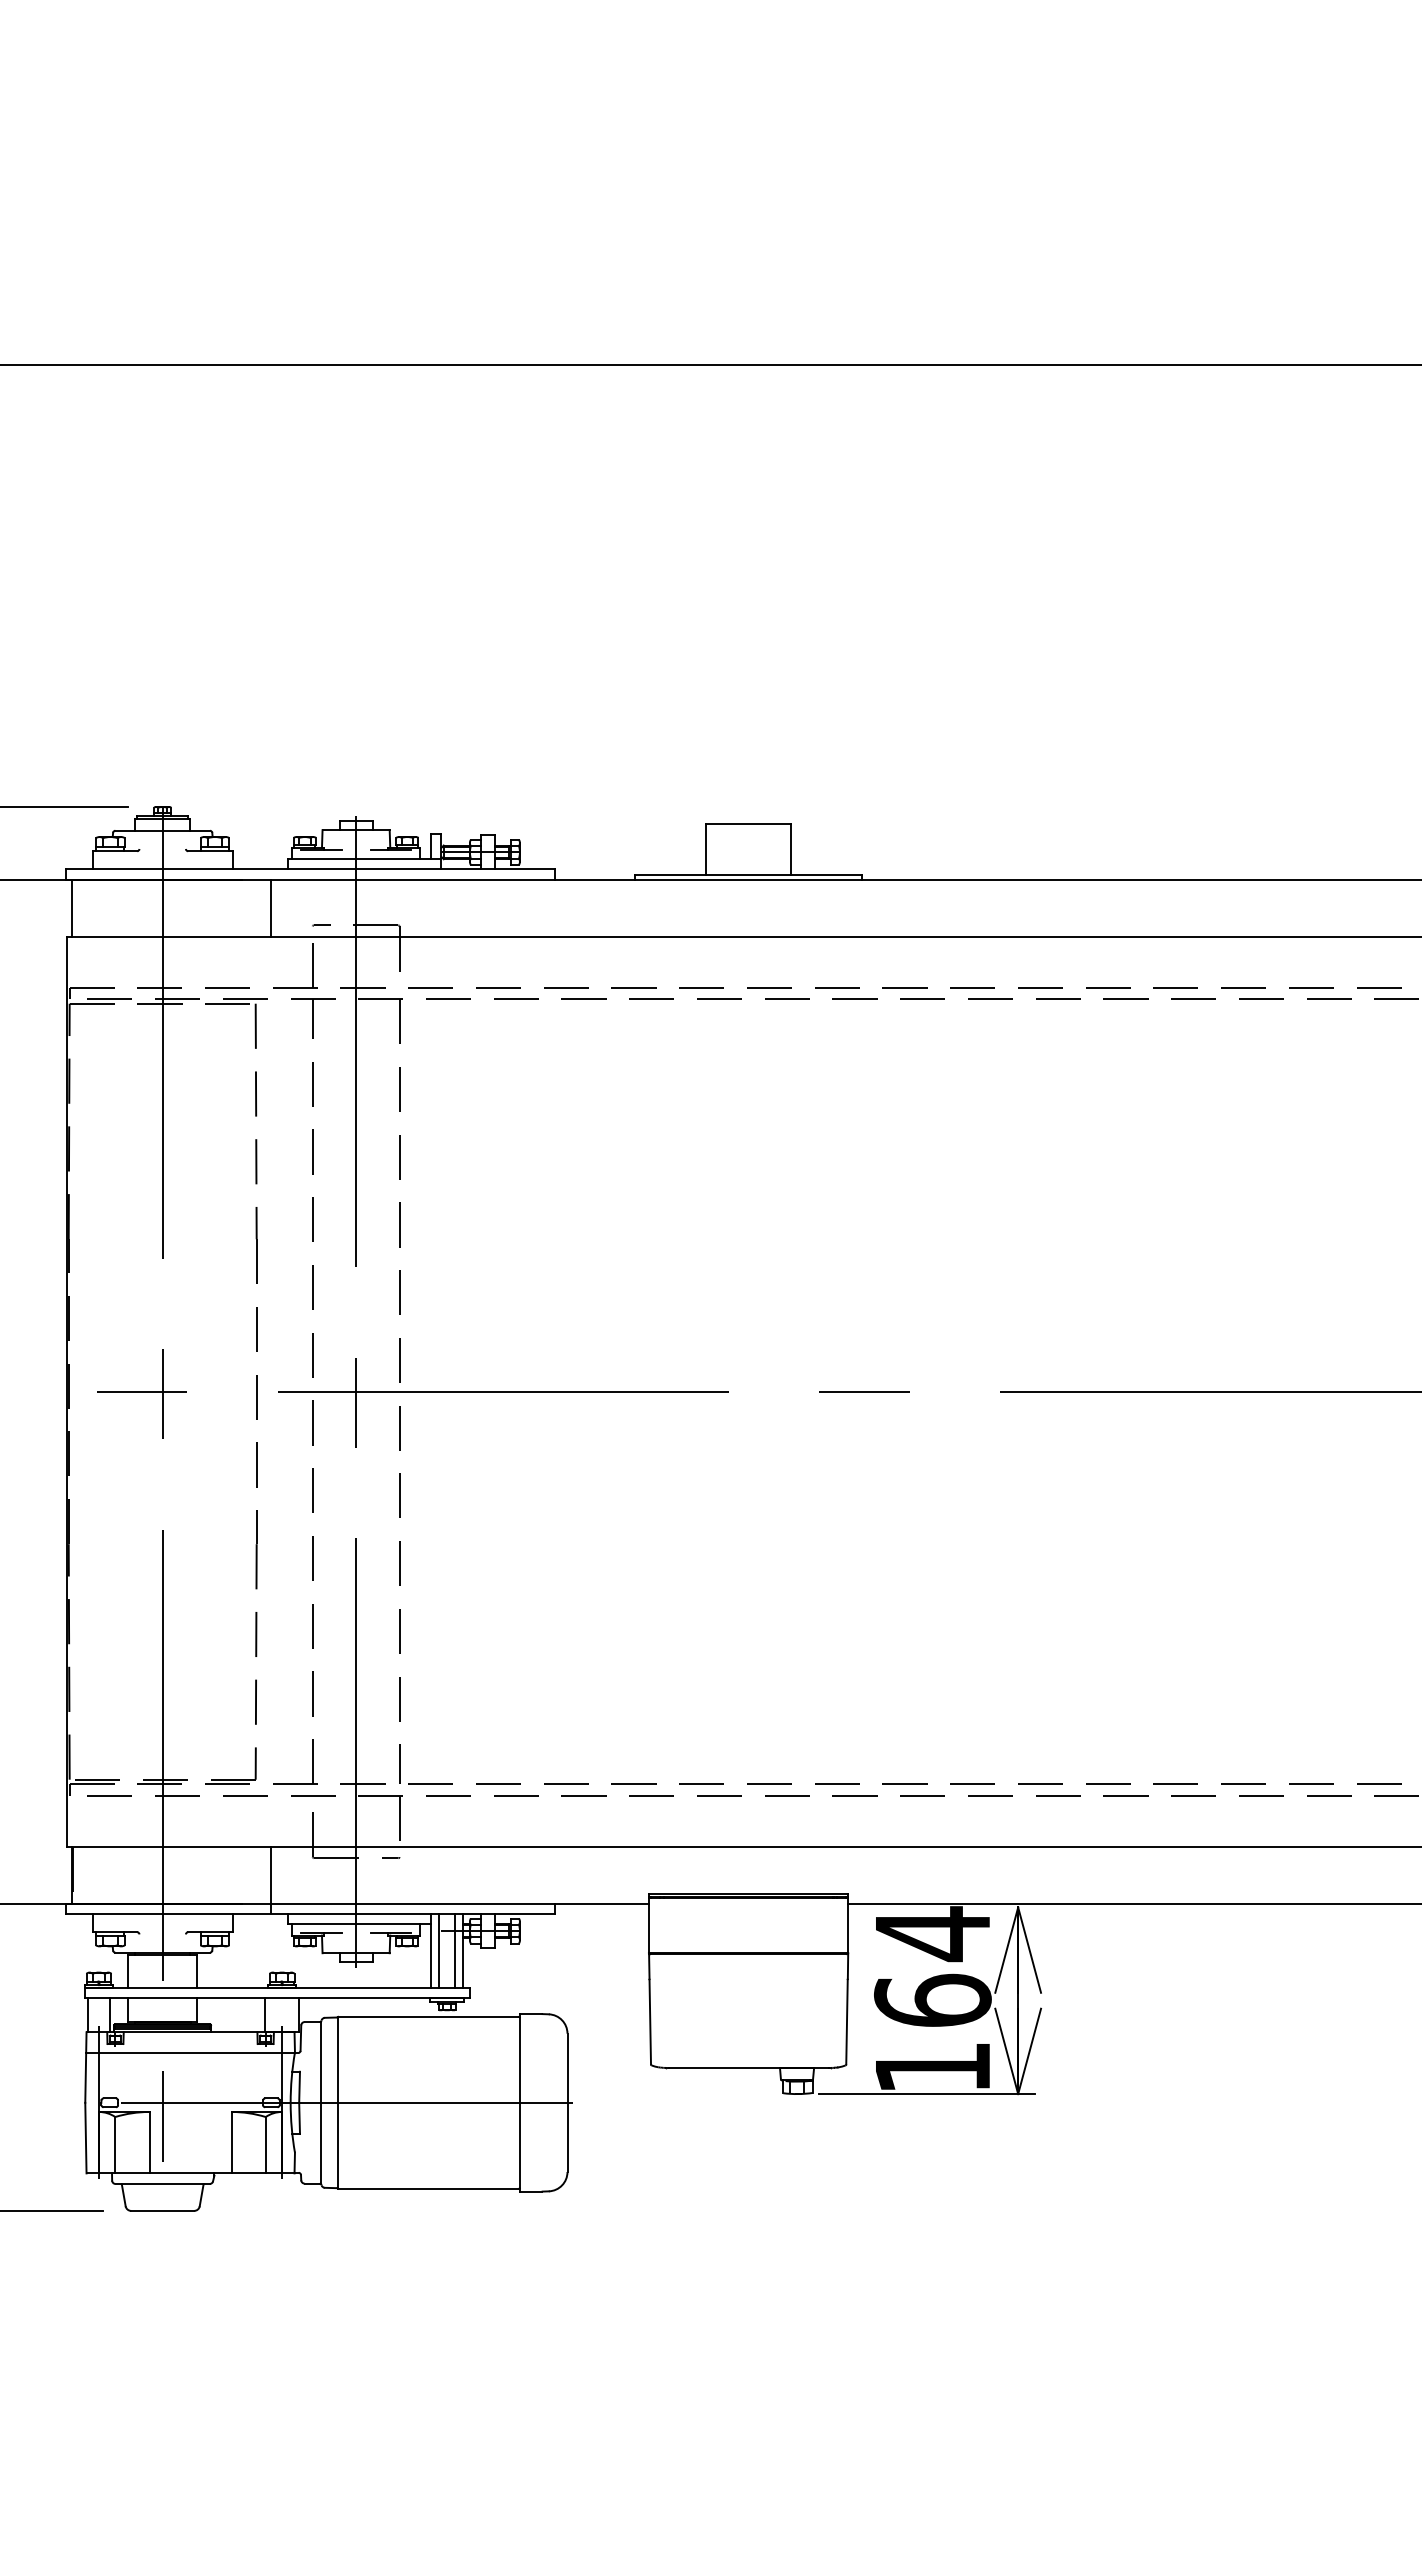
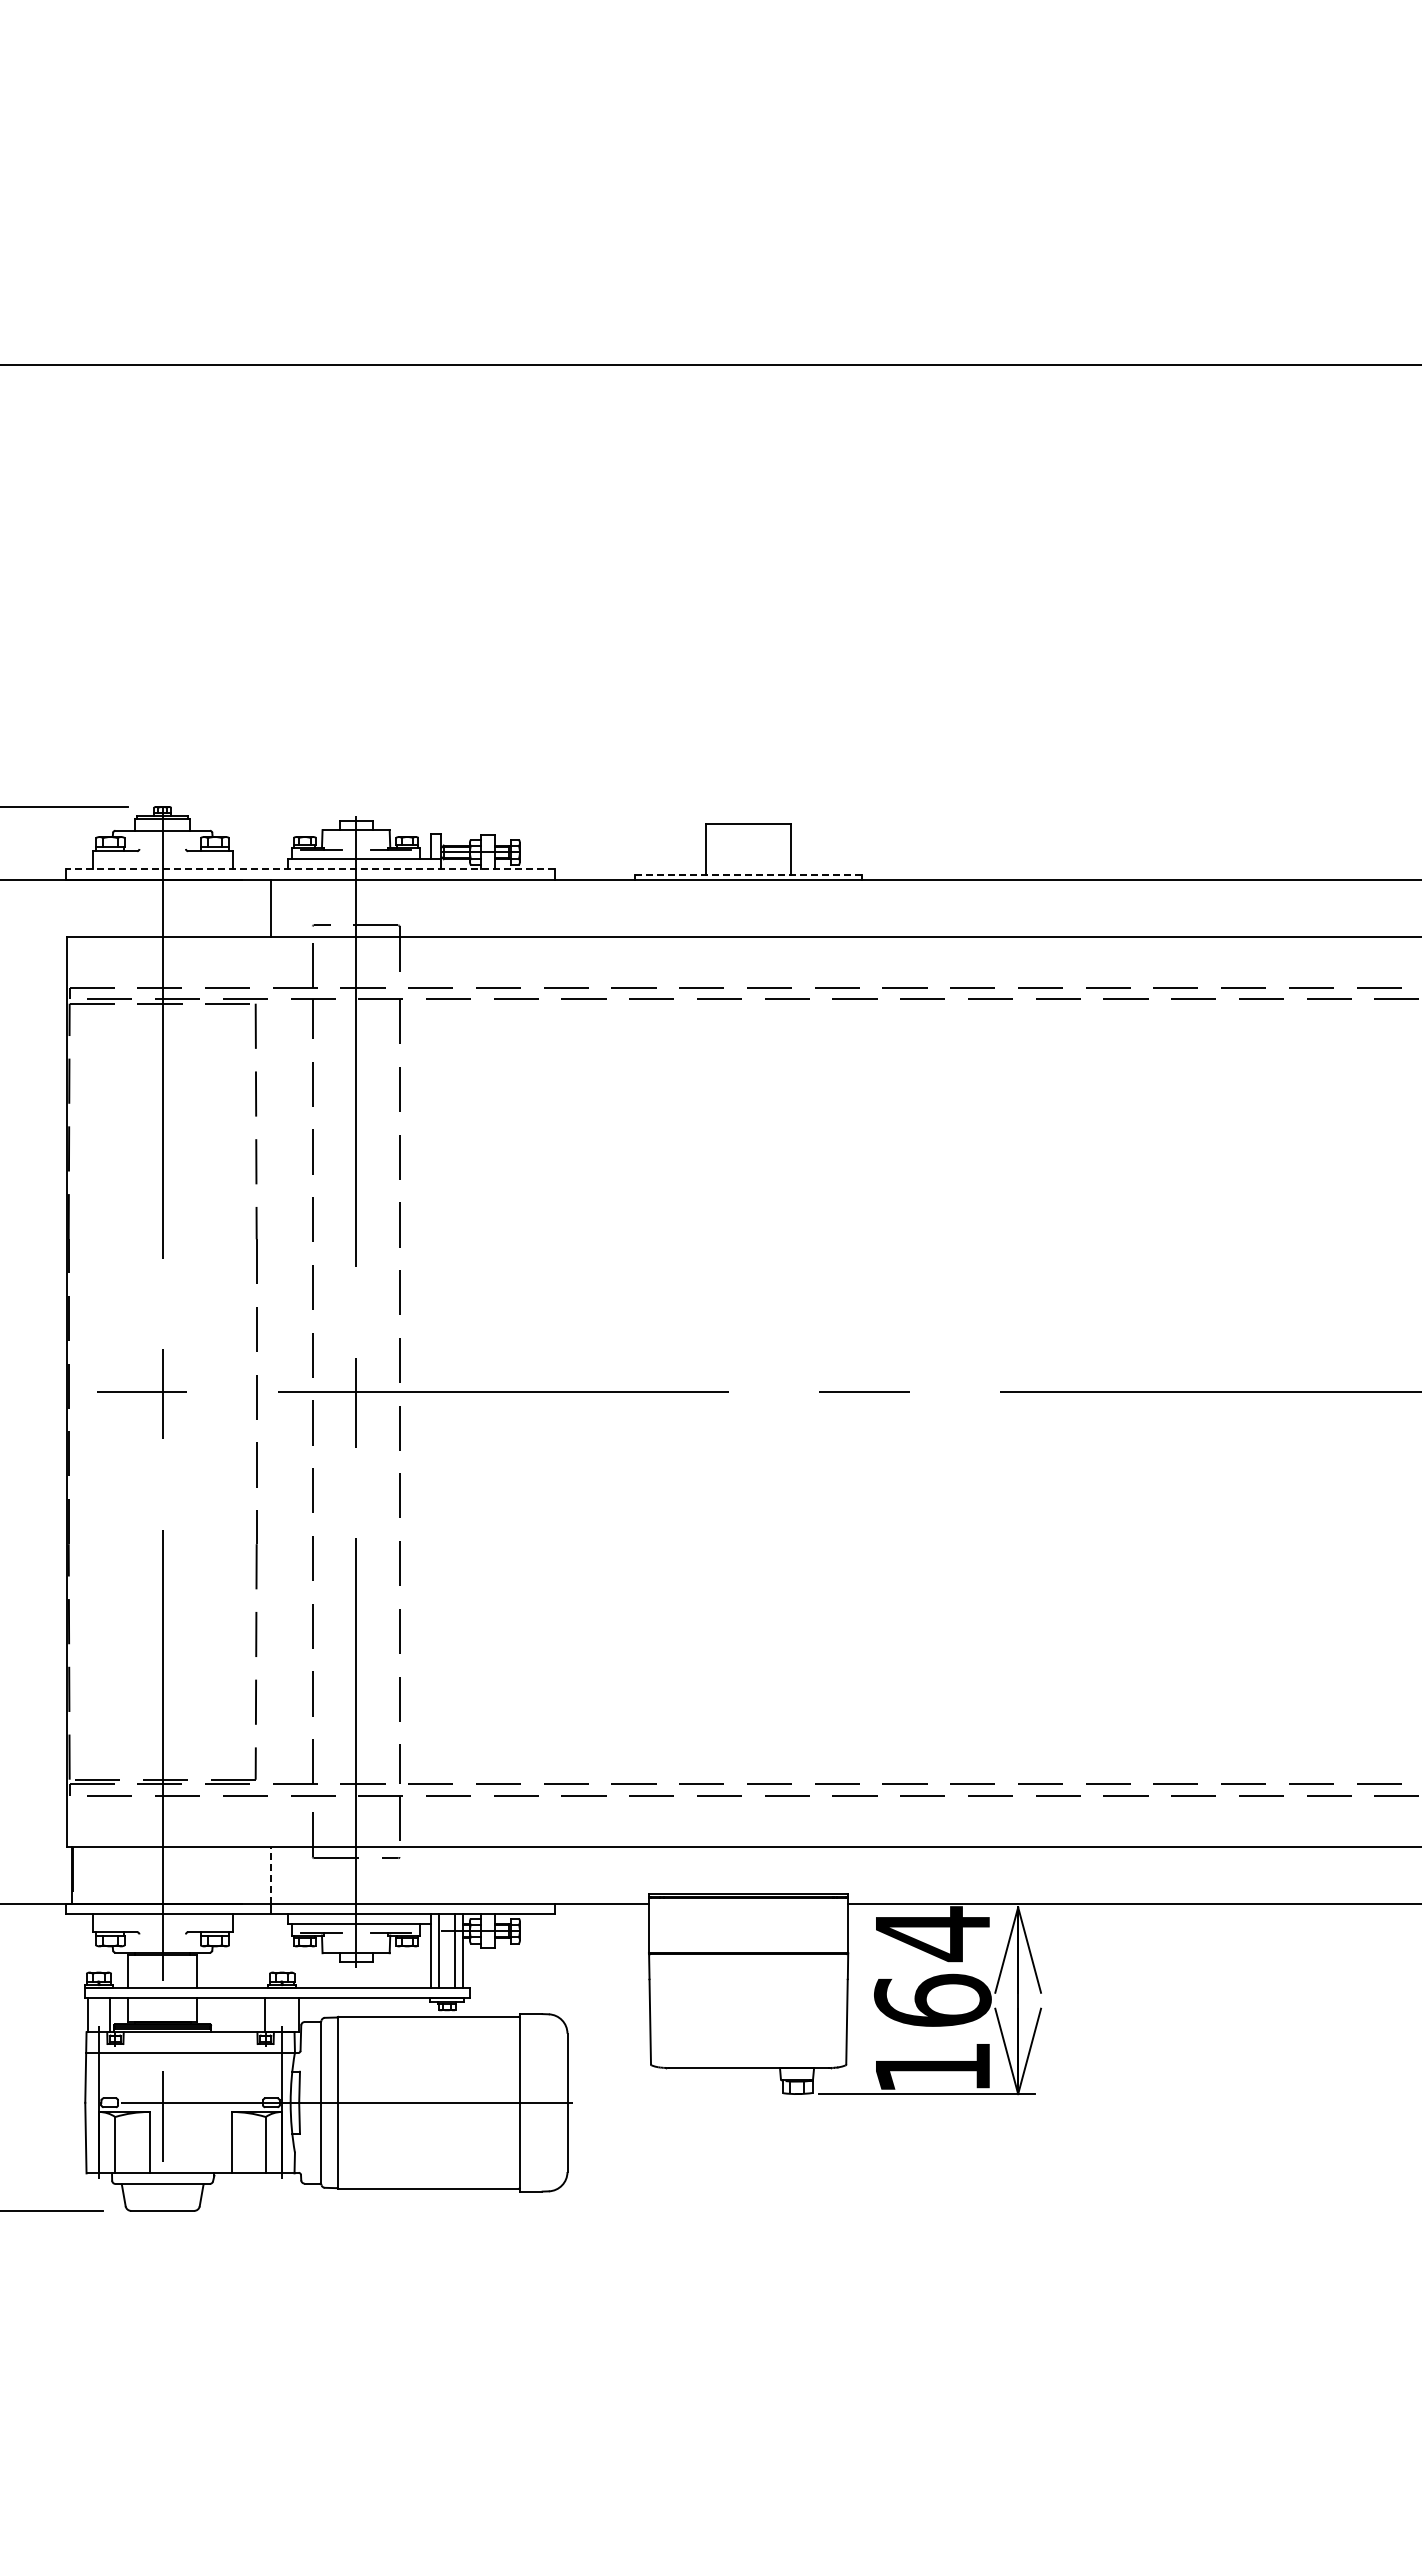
line at (310, 869): solid -> dashed
line at (748, 875): solid -> dashed
line at (71, 907): present -> none
line at (270, 1874): solid -> dashed
